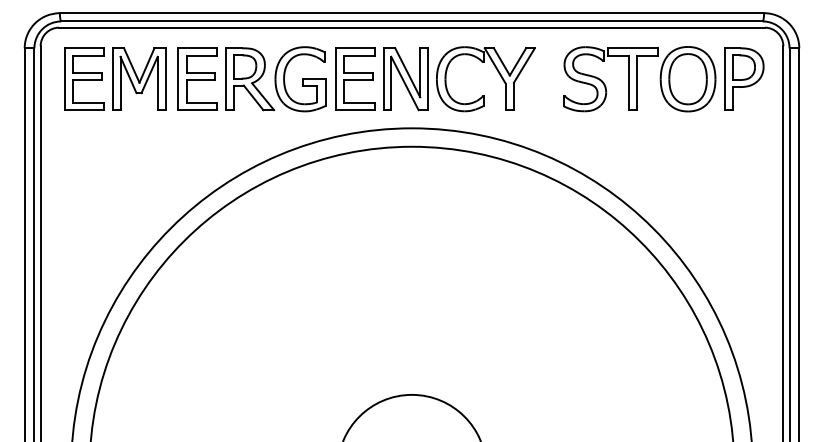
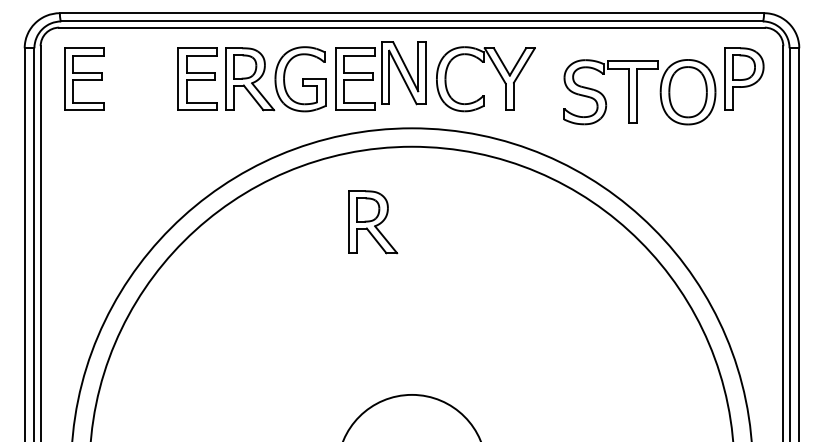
part at (139, 78): present -> none
part at (405, 79) position: (405, 79) -> (403, 73)
part at (639, 79) position: (639, 79) -> (639, 92)
part at (373, 222): none -> present
